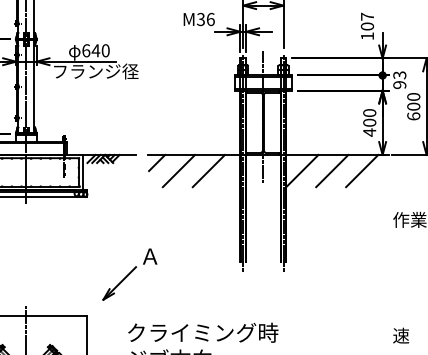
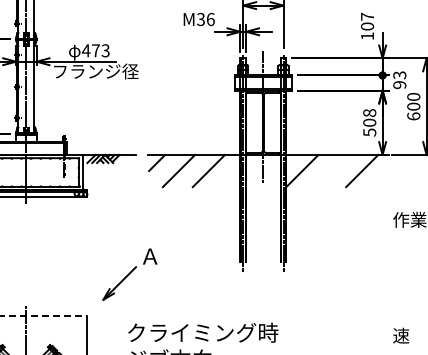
text at (95, 50): 640 -> 473
text at (369, 122): 400 -> 508
line at (332, 170): present -> none
line at (44, 315): solid -> dashed
